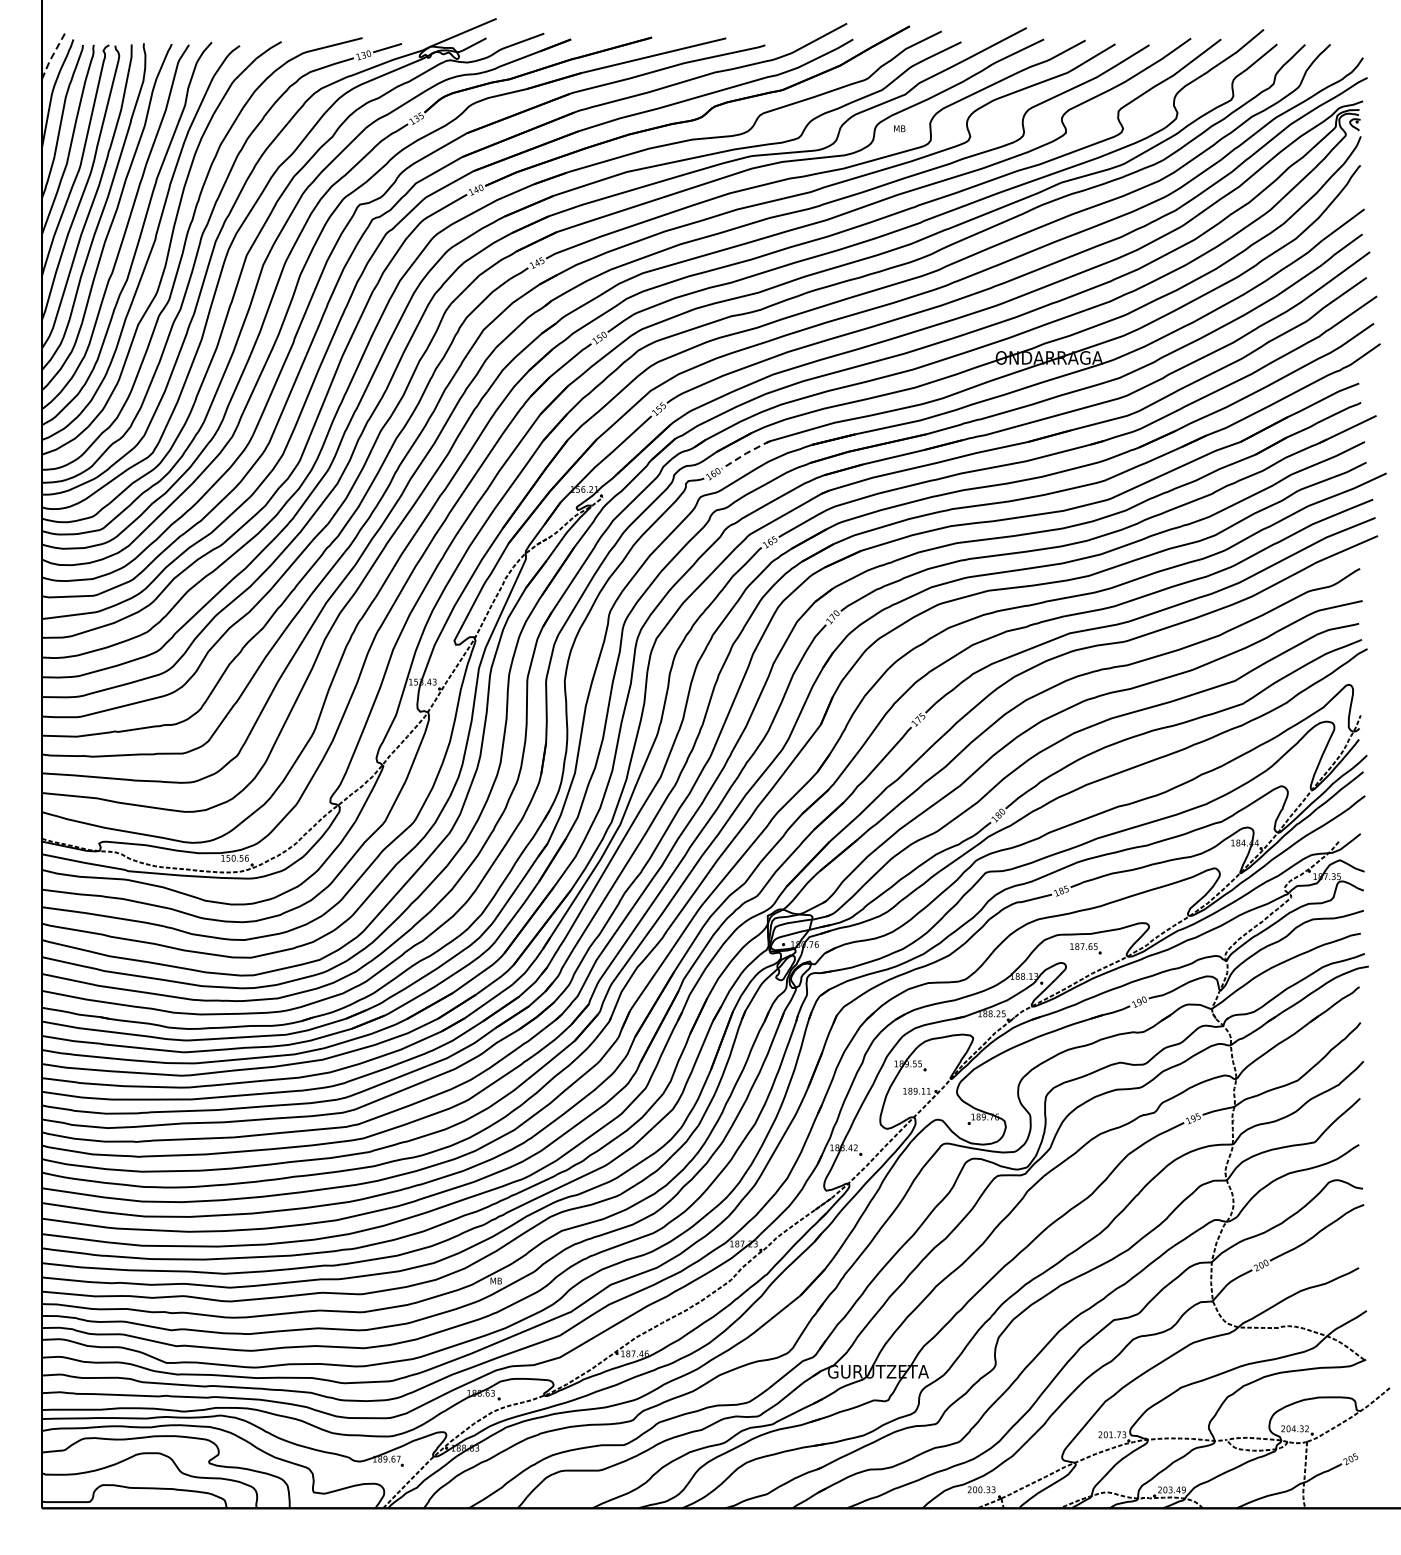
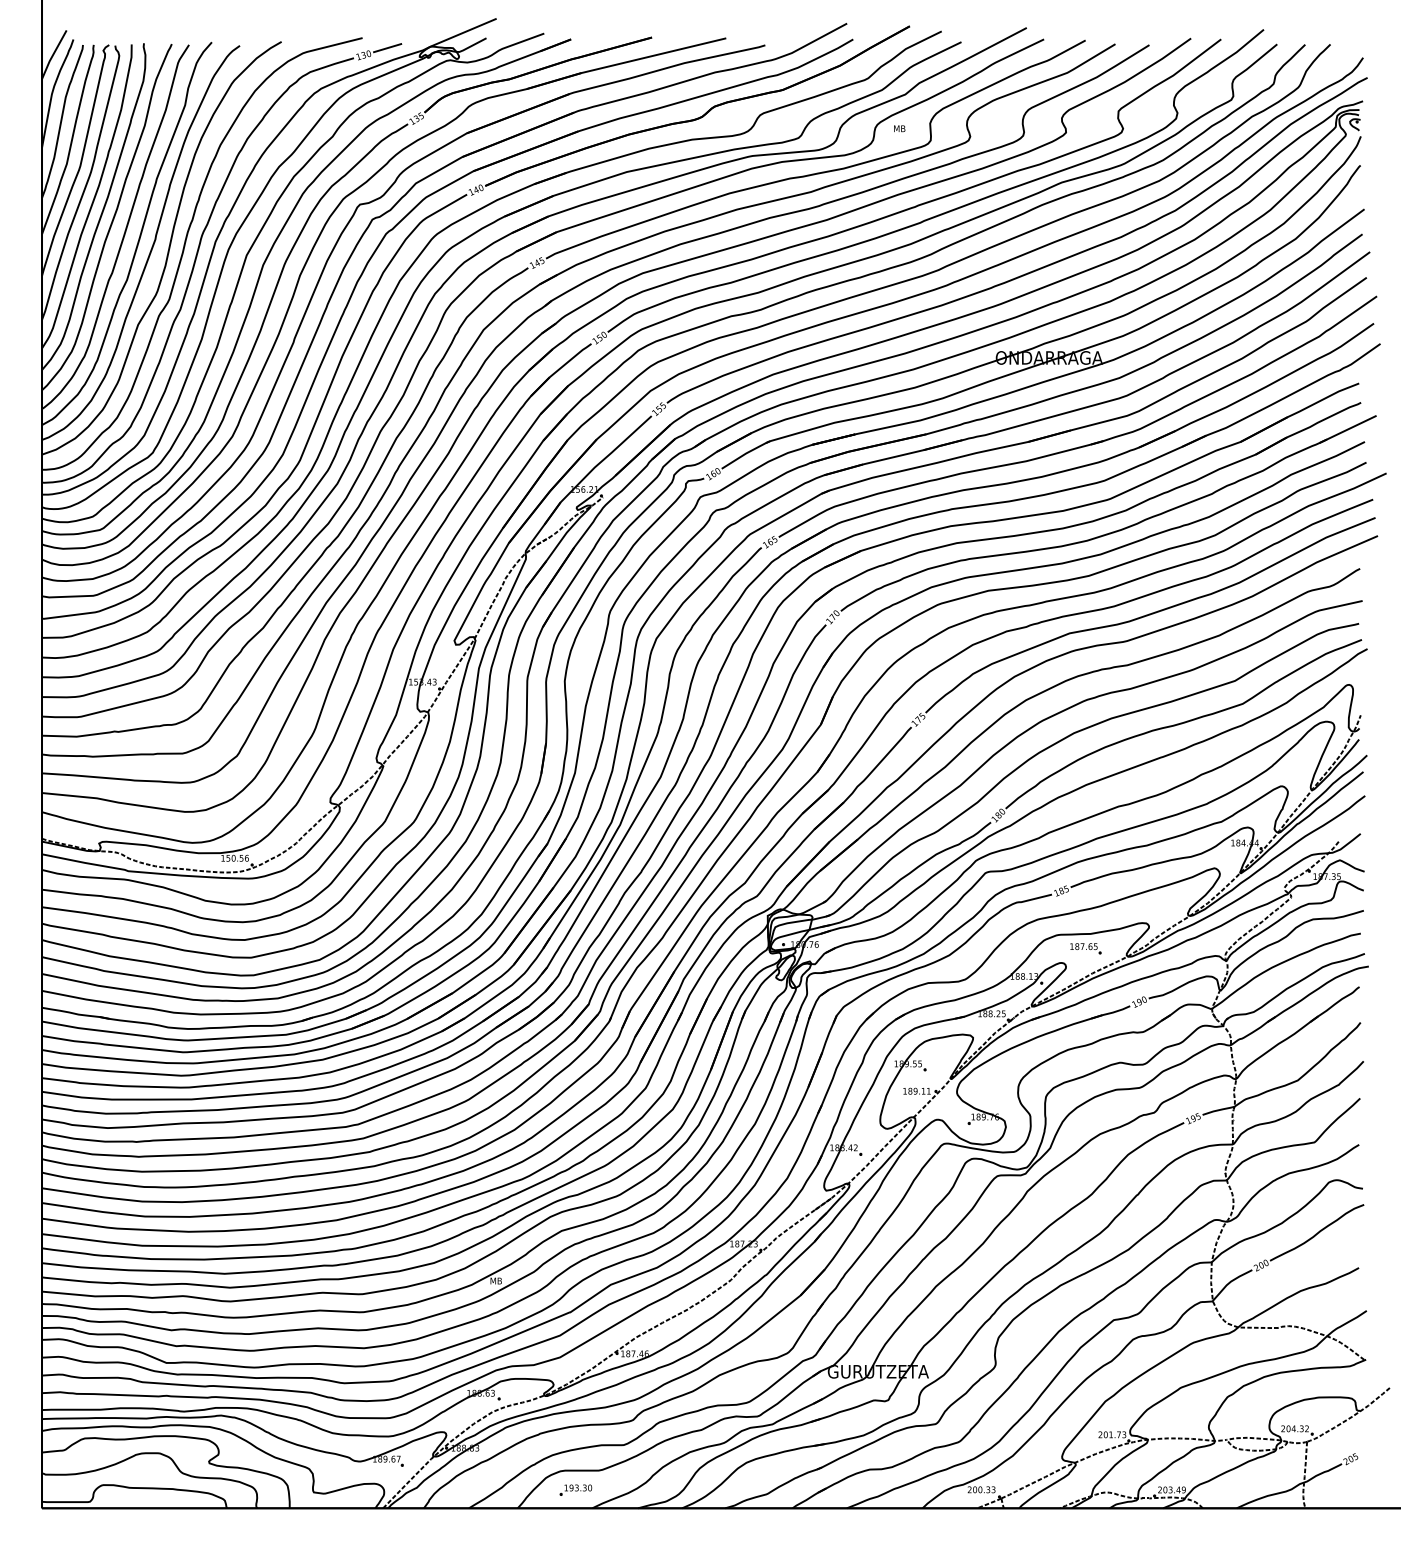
line at (53, 54): dashed -> solid
line at (746, 453): dashed -> solid
part at (575, 1489): none -> present
